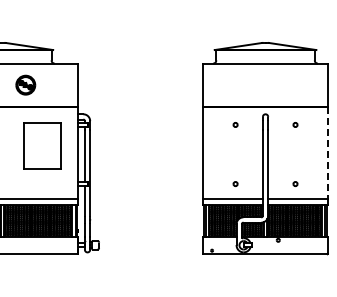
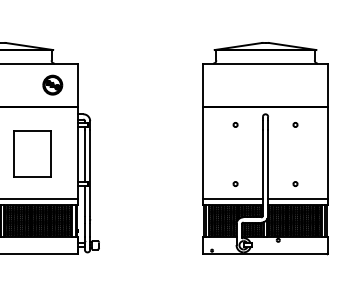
part at (25, 84) position: (25, 84) -> (52, 84)
part at (42, 145) position: (42, 145) -> (32, 153)
line at (327, 153): dashed -> solid
